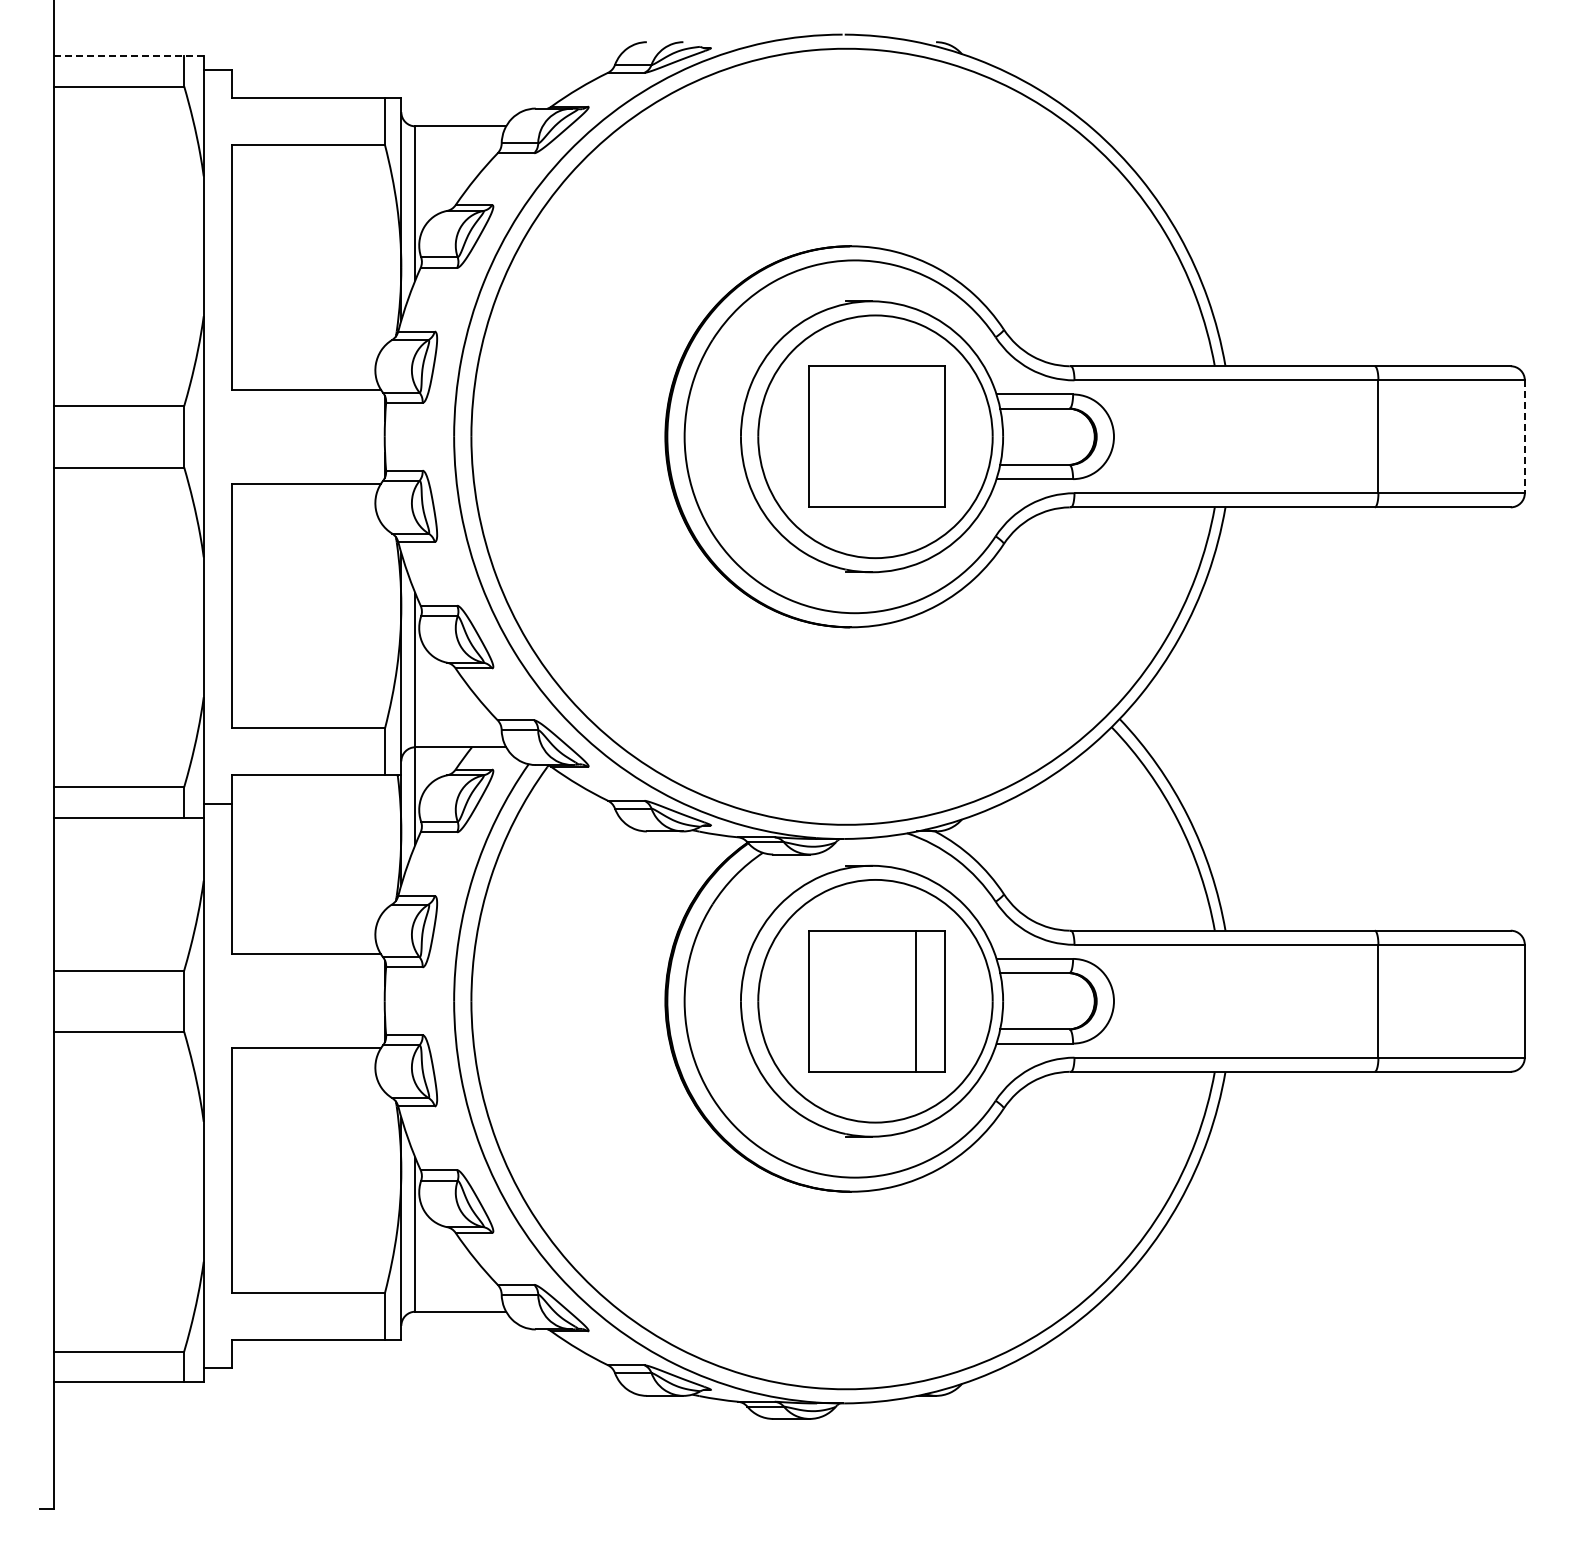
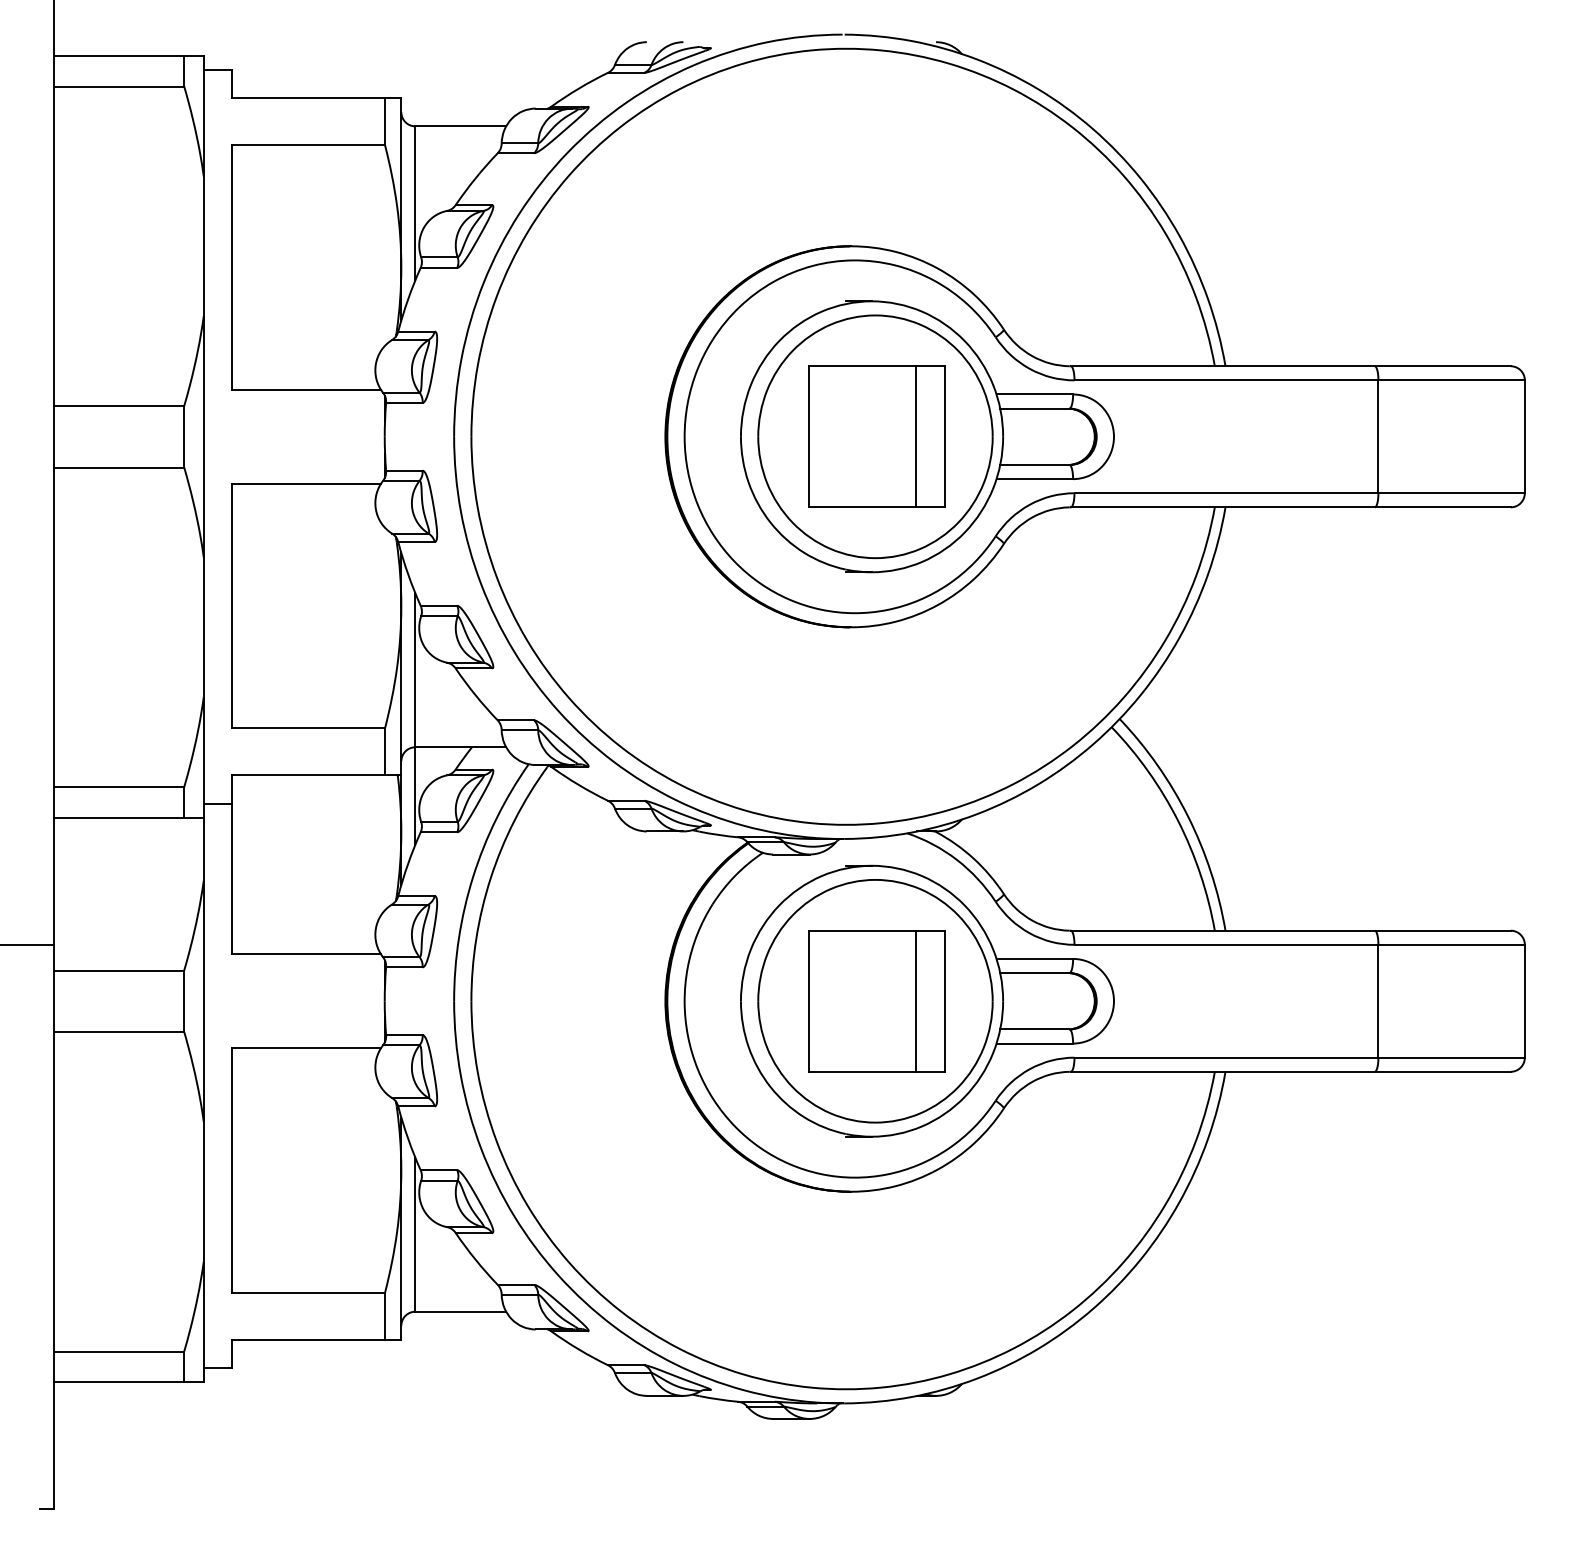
line at (128, 55): dashed -> solid
line at (915, 436): none -> present
line at (1524, 437): dashed -> solid
line at (28, 944): none -> present
